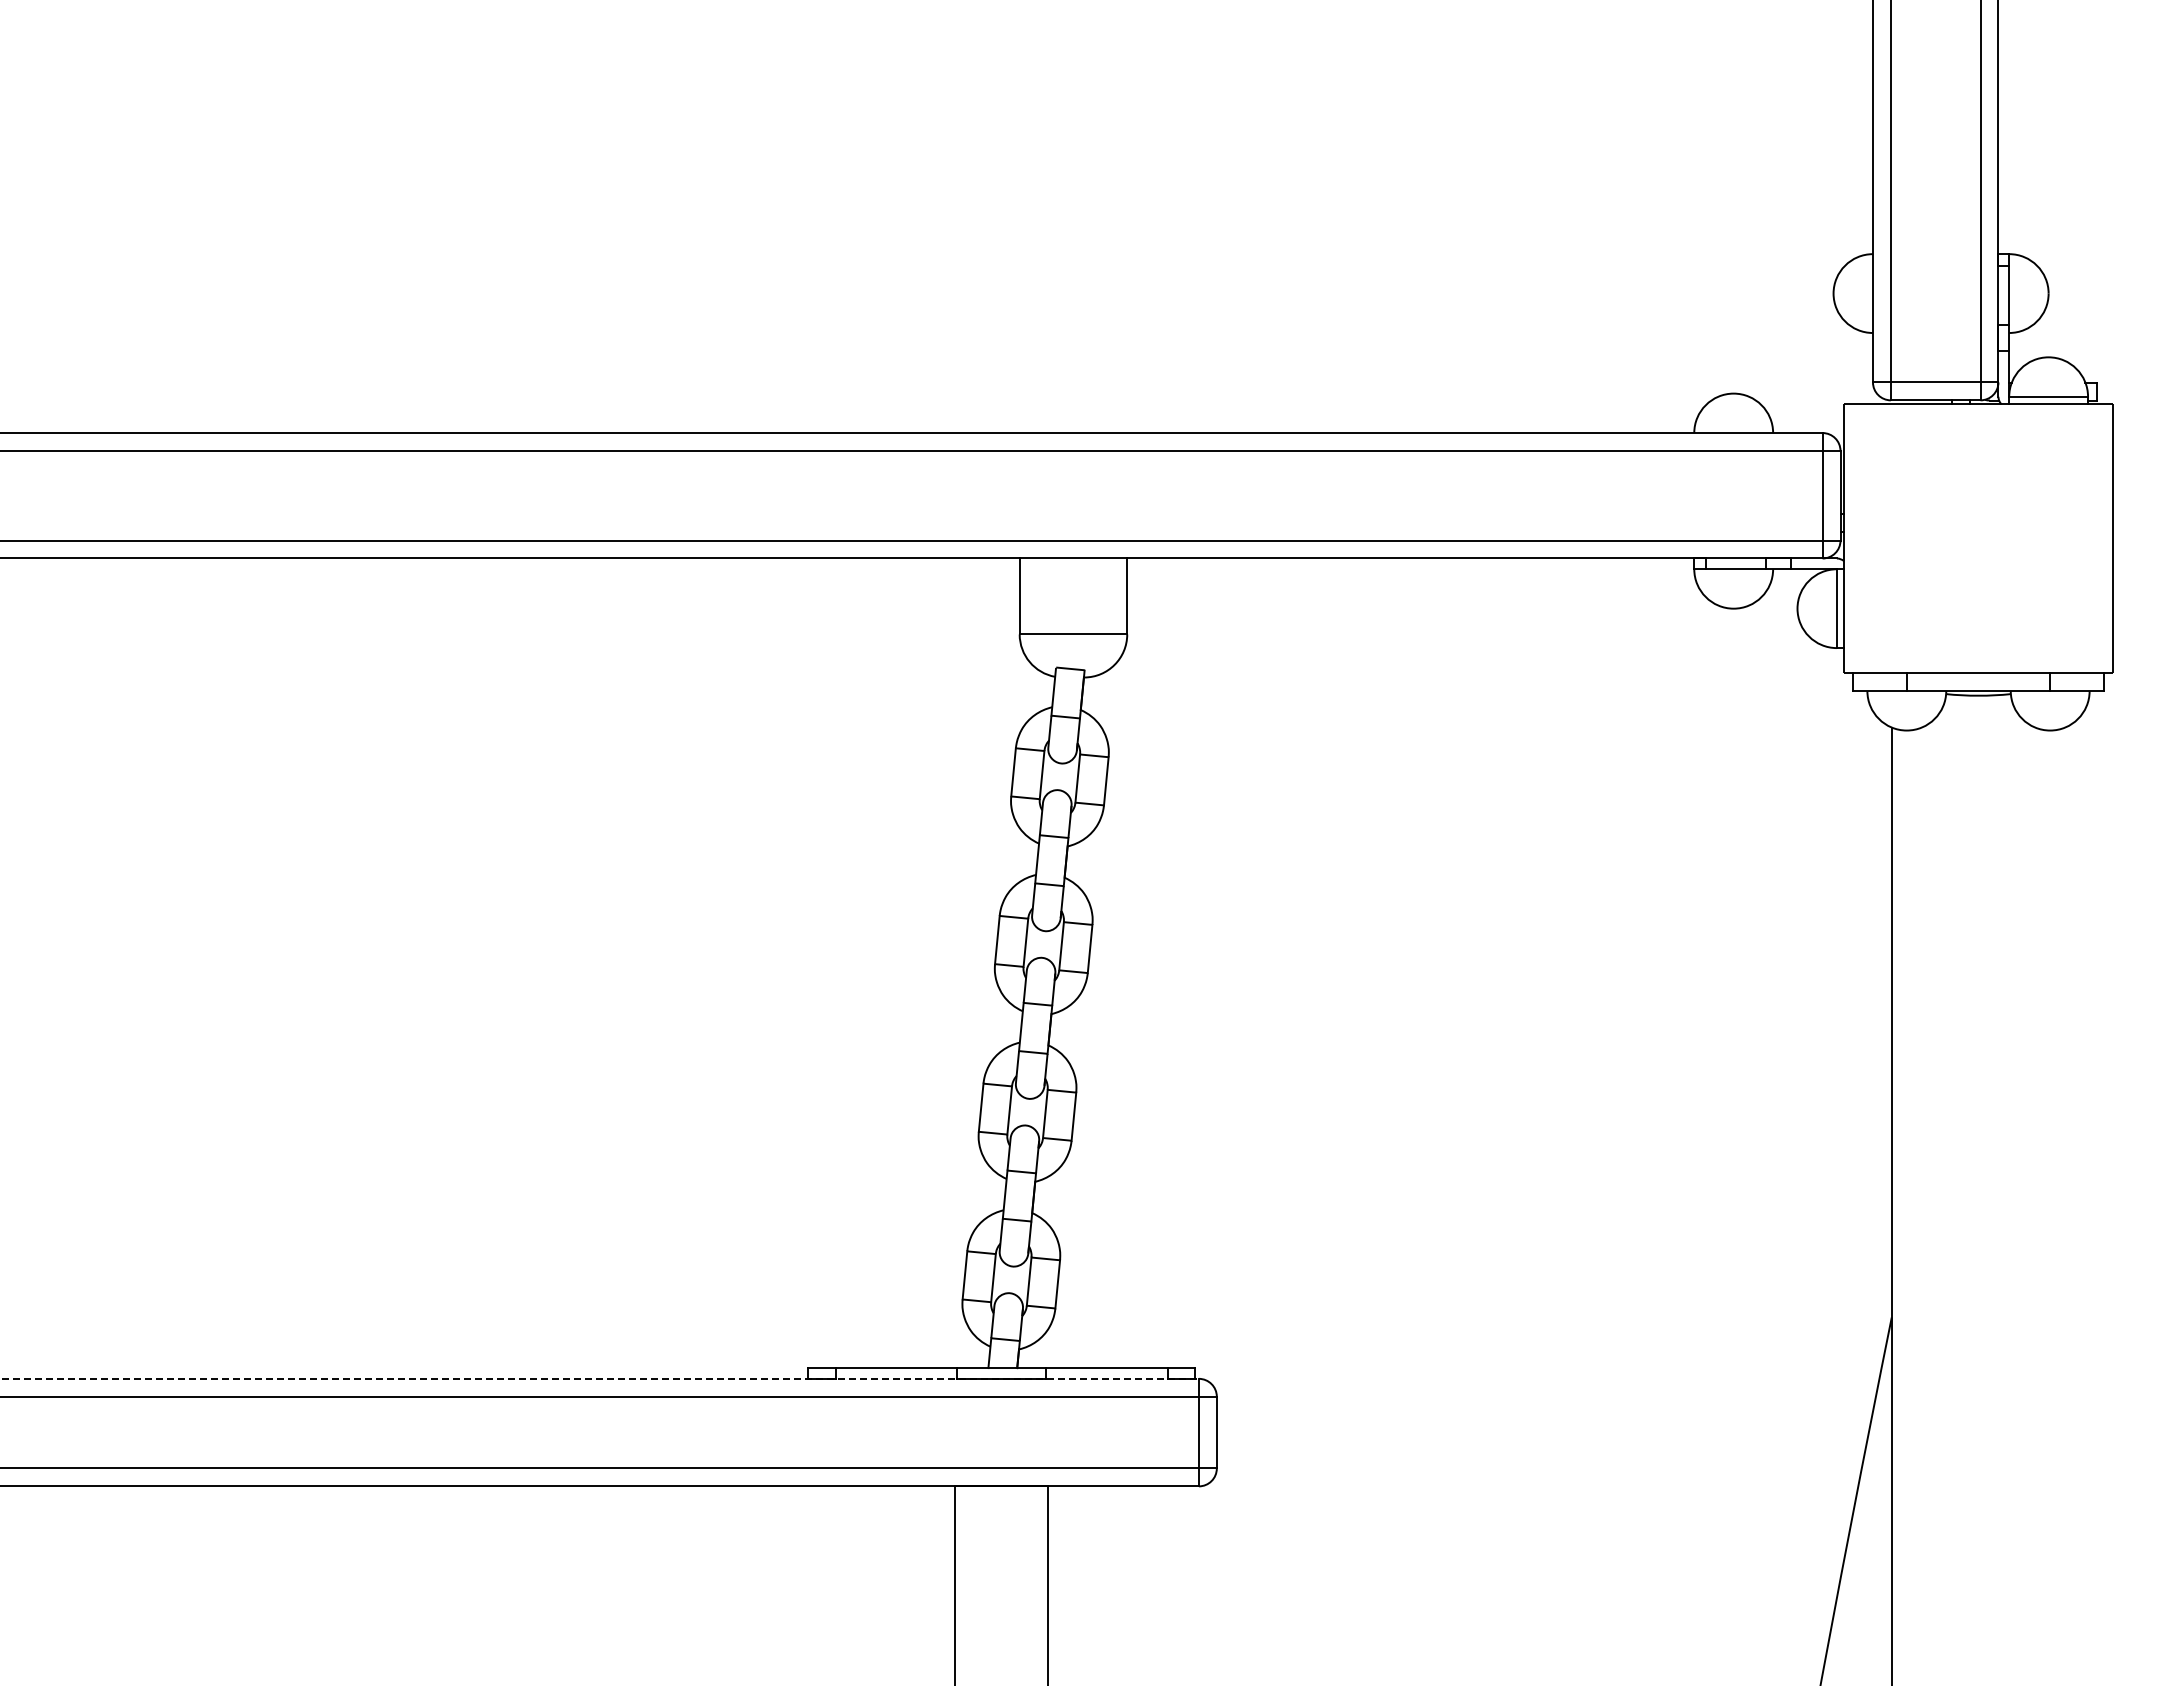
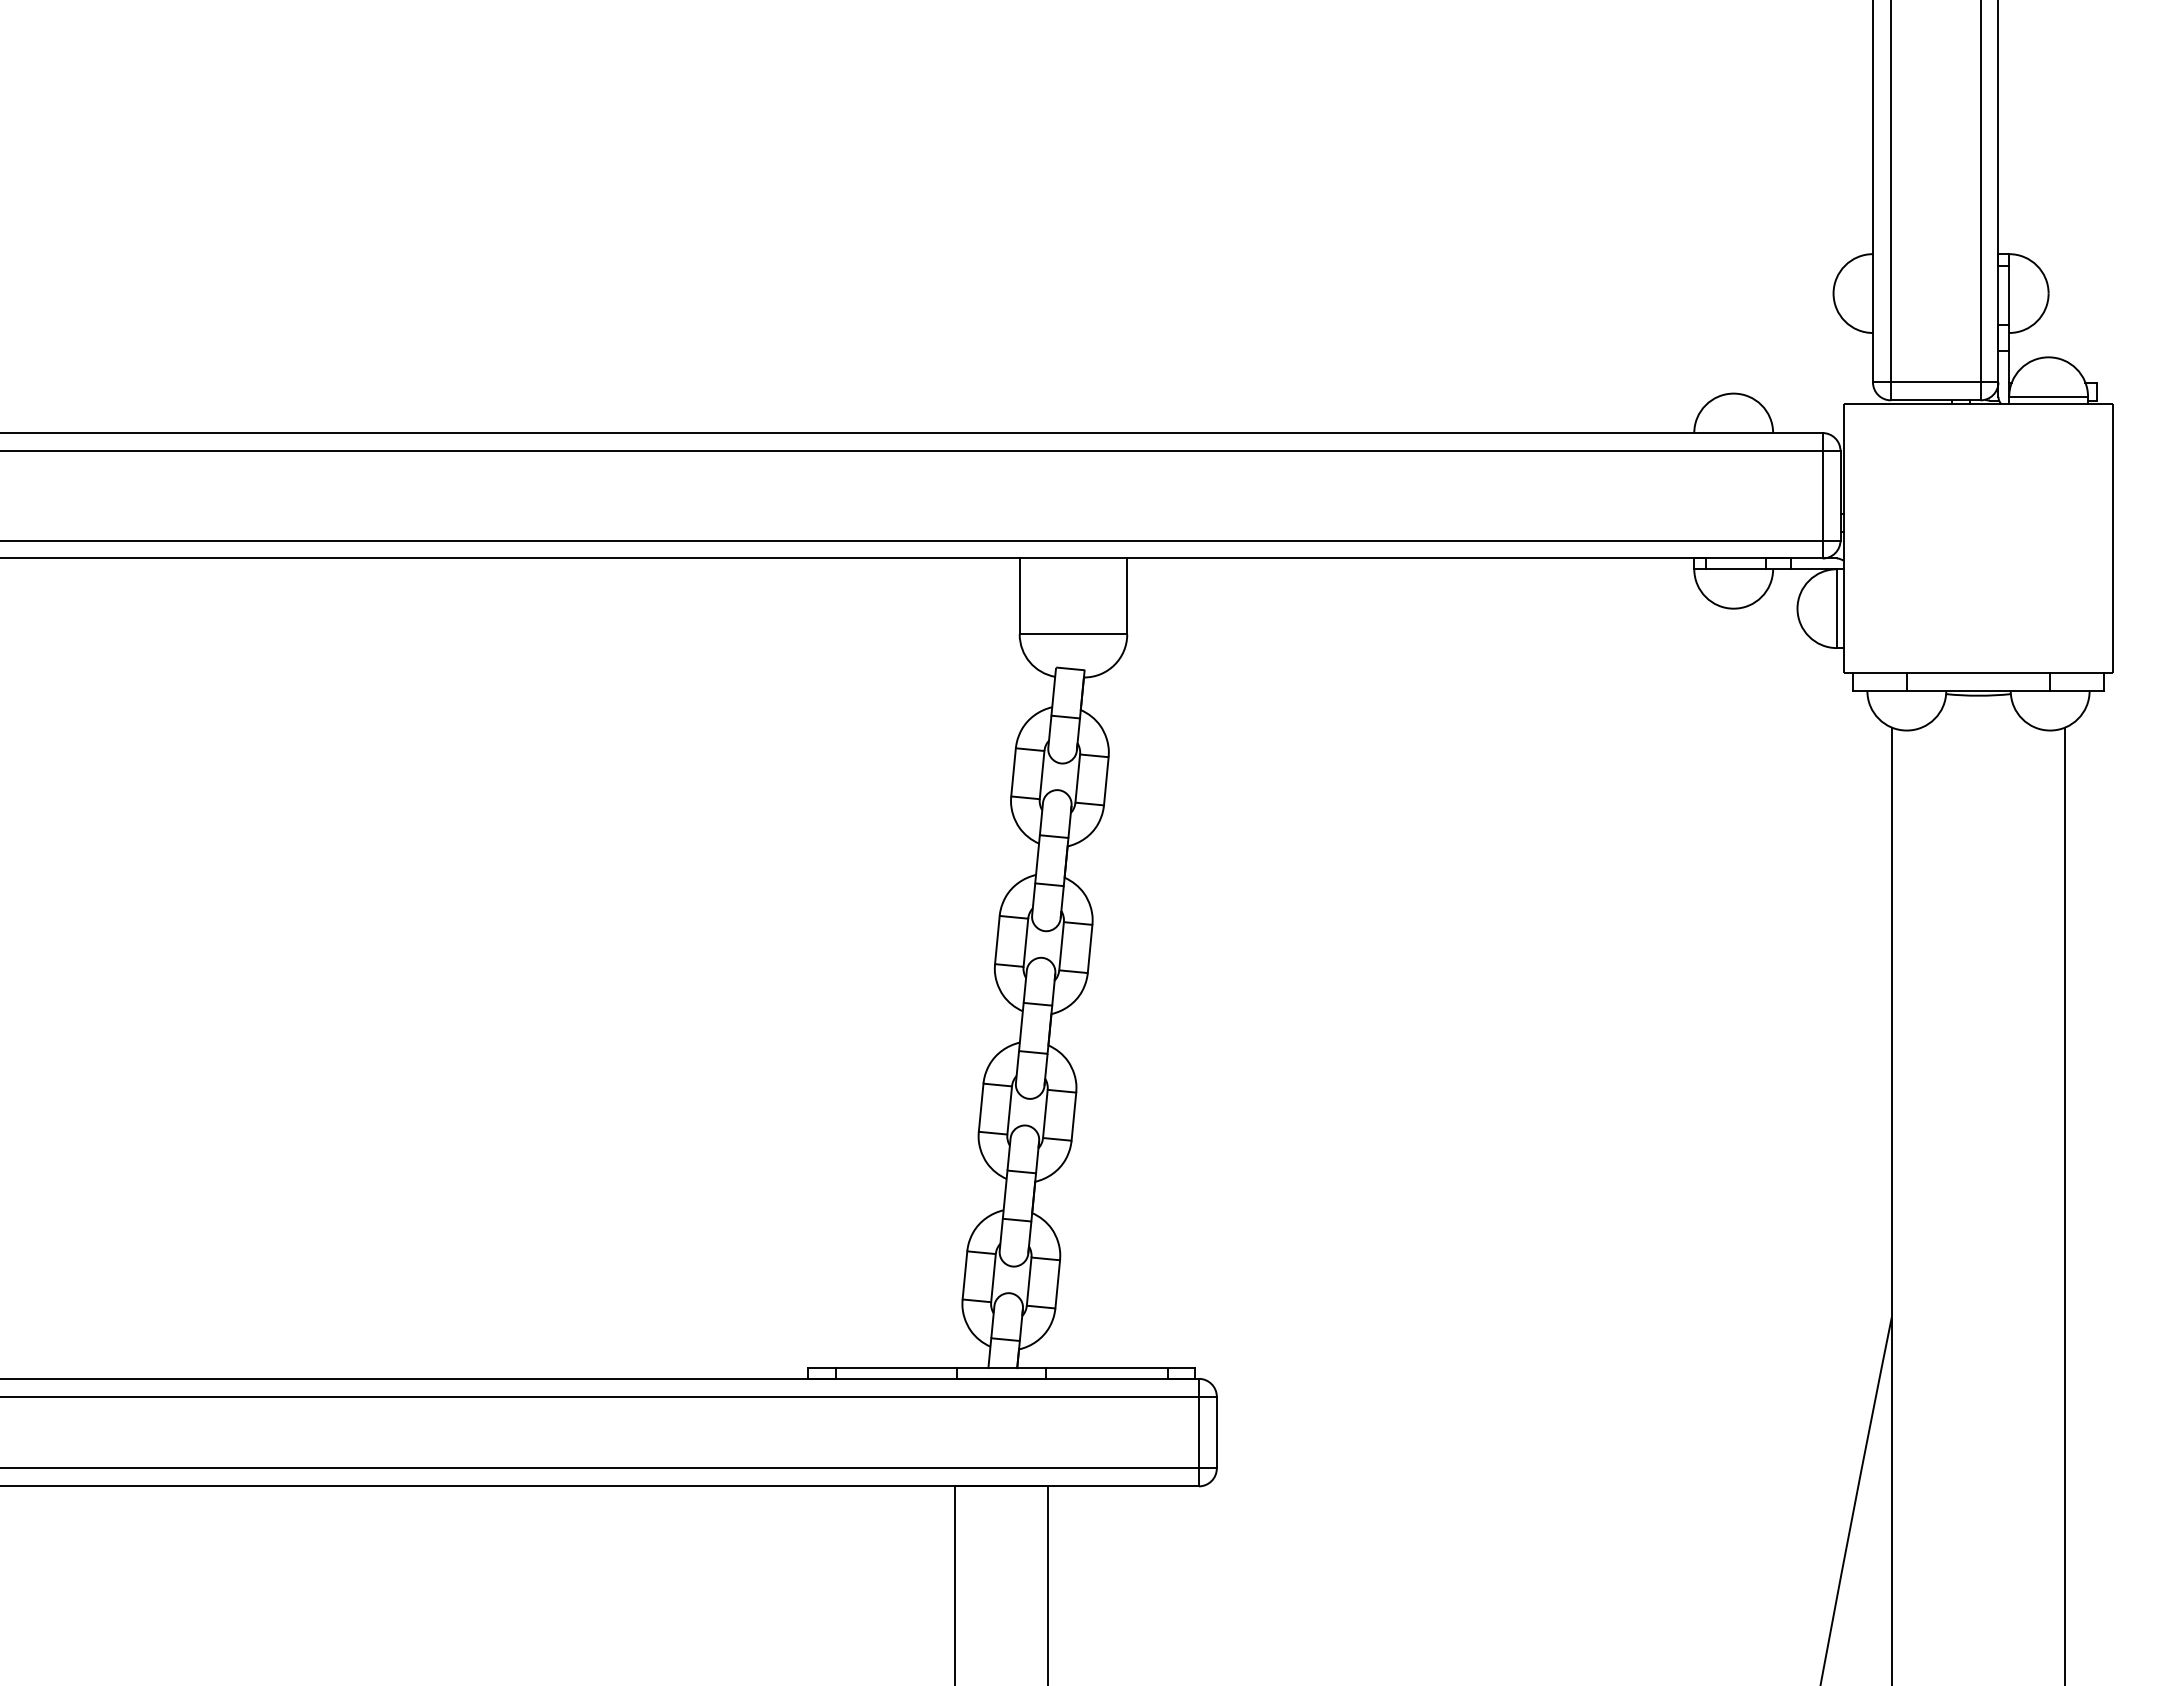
line at (2065, 1204): none -> present
line at (600, 1378): dashed -> solid
